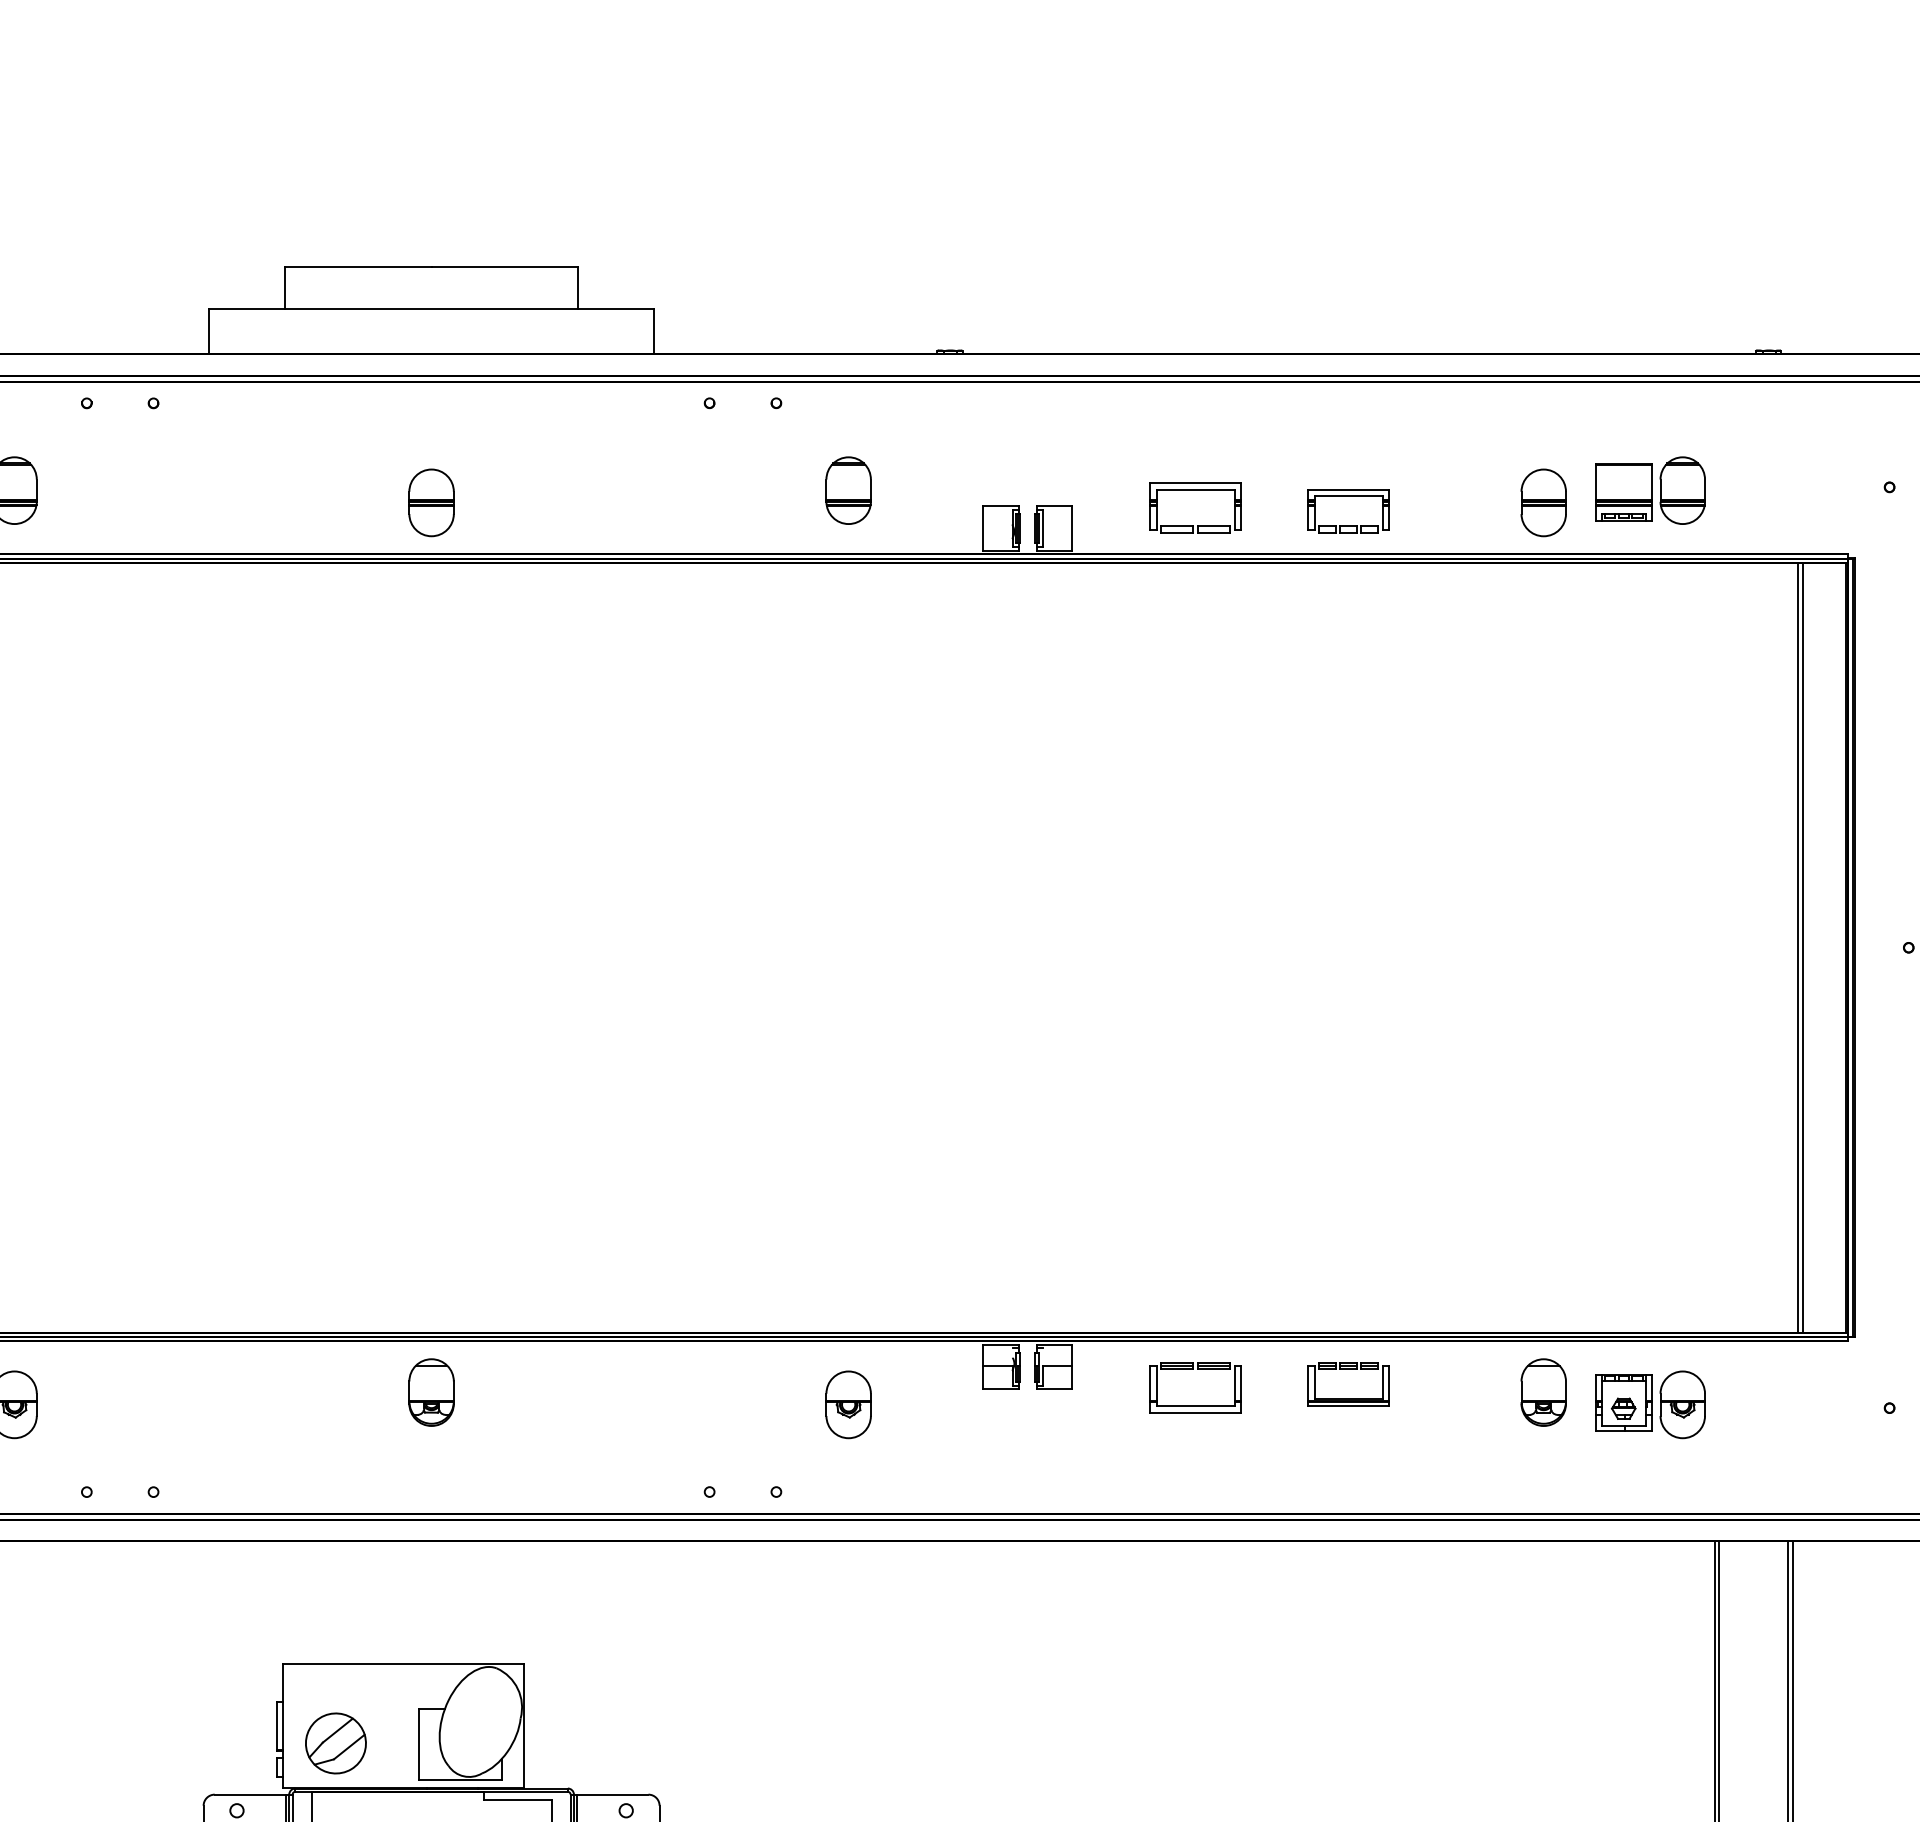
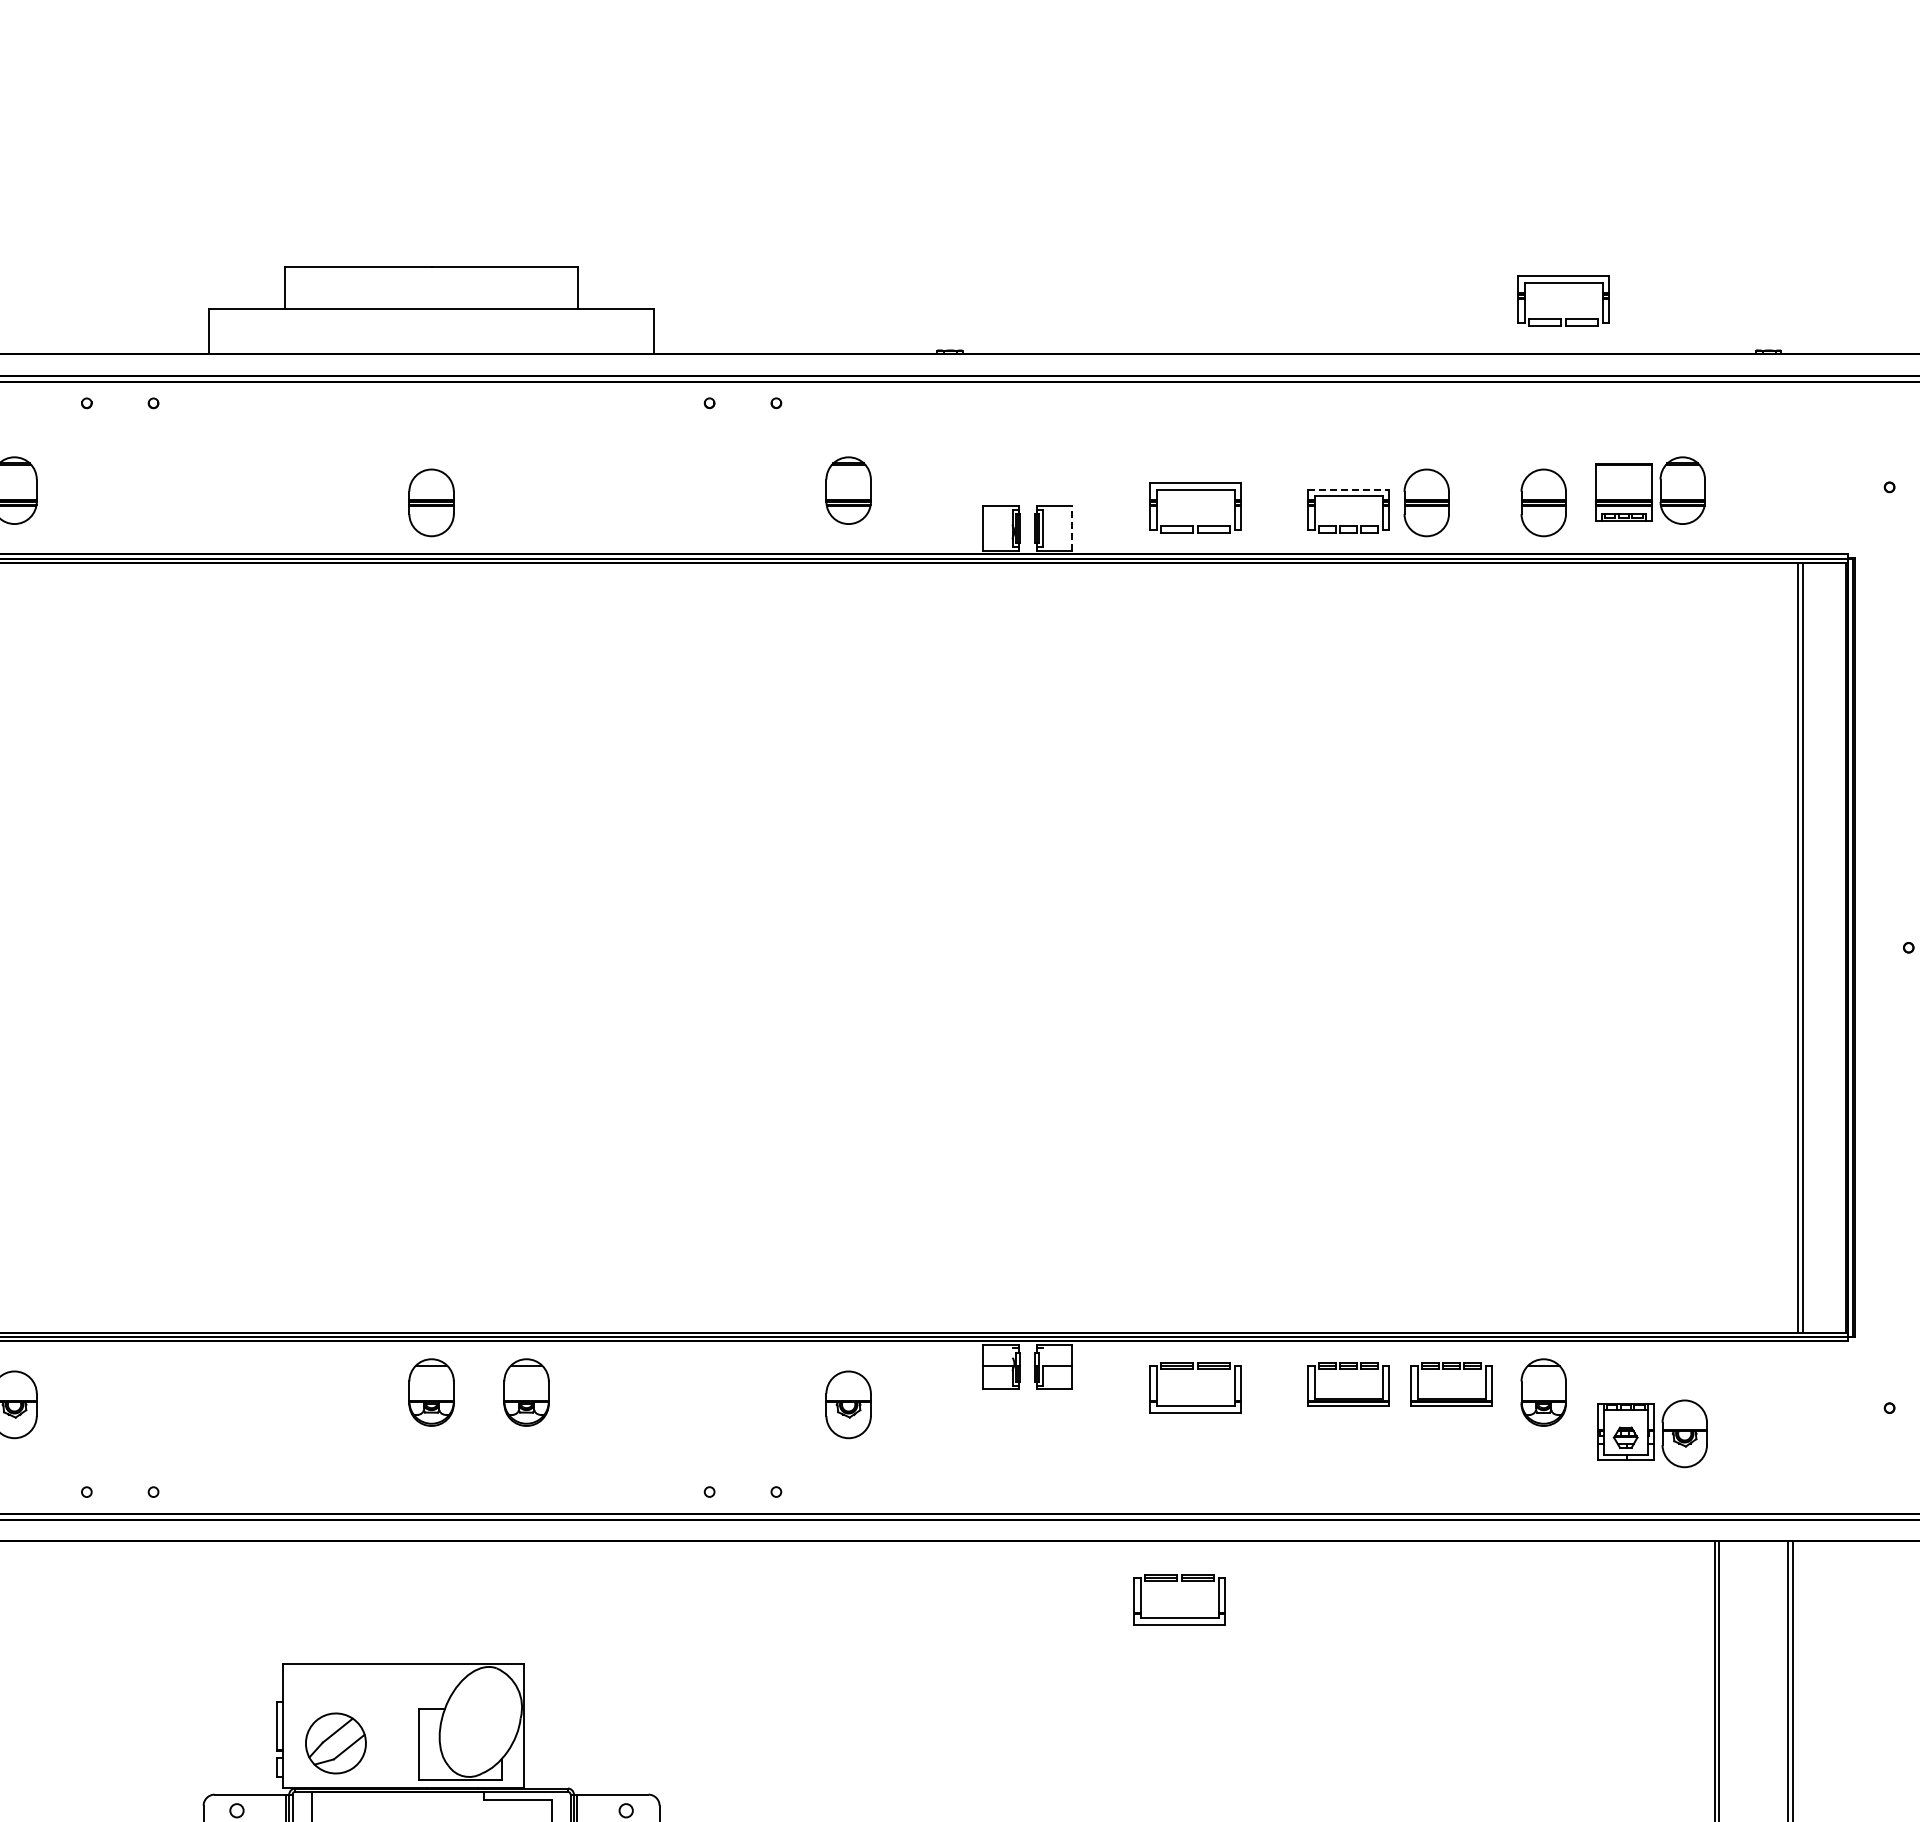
part at (1563, 283): none -> present
line at (1348, 489): solid -> dashed
part at (1426, 502): none -> present
line at (1072, 528): solid -> dashed
part at (526, 1392): none -> present
part at (1451, 1398): none -> present
part at (1650, 1404) position: (1650, 1404) -> (1652, 1433)
part at (1179, 1617): none -> present
